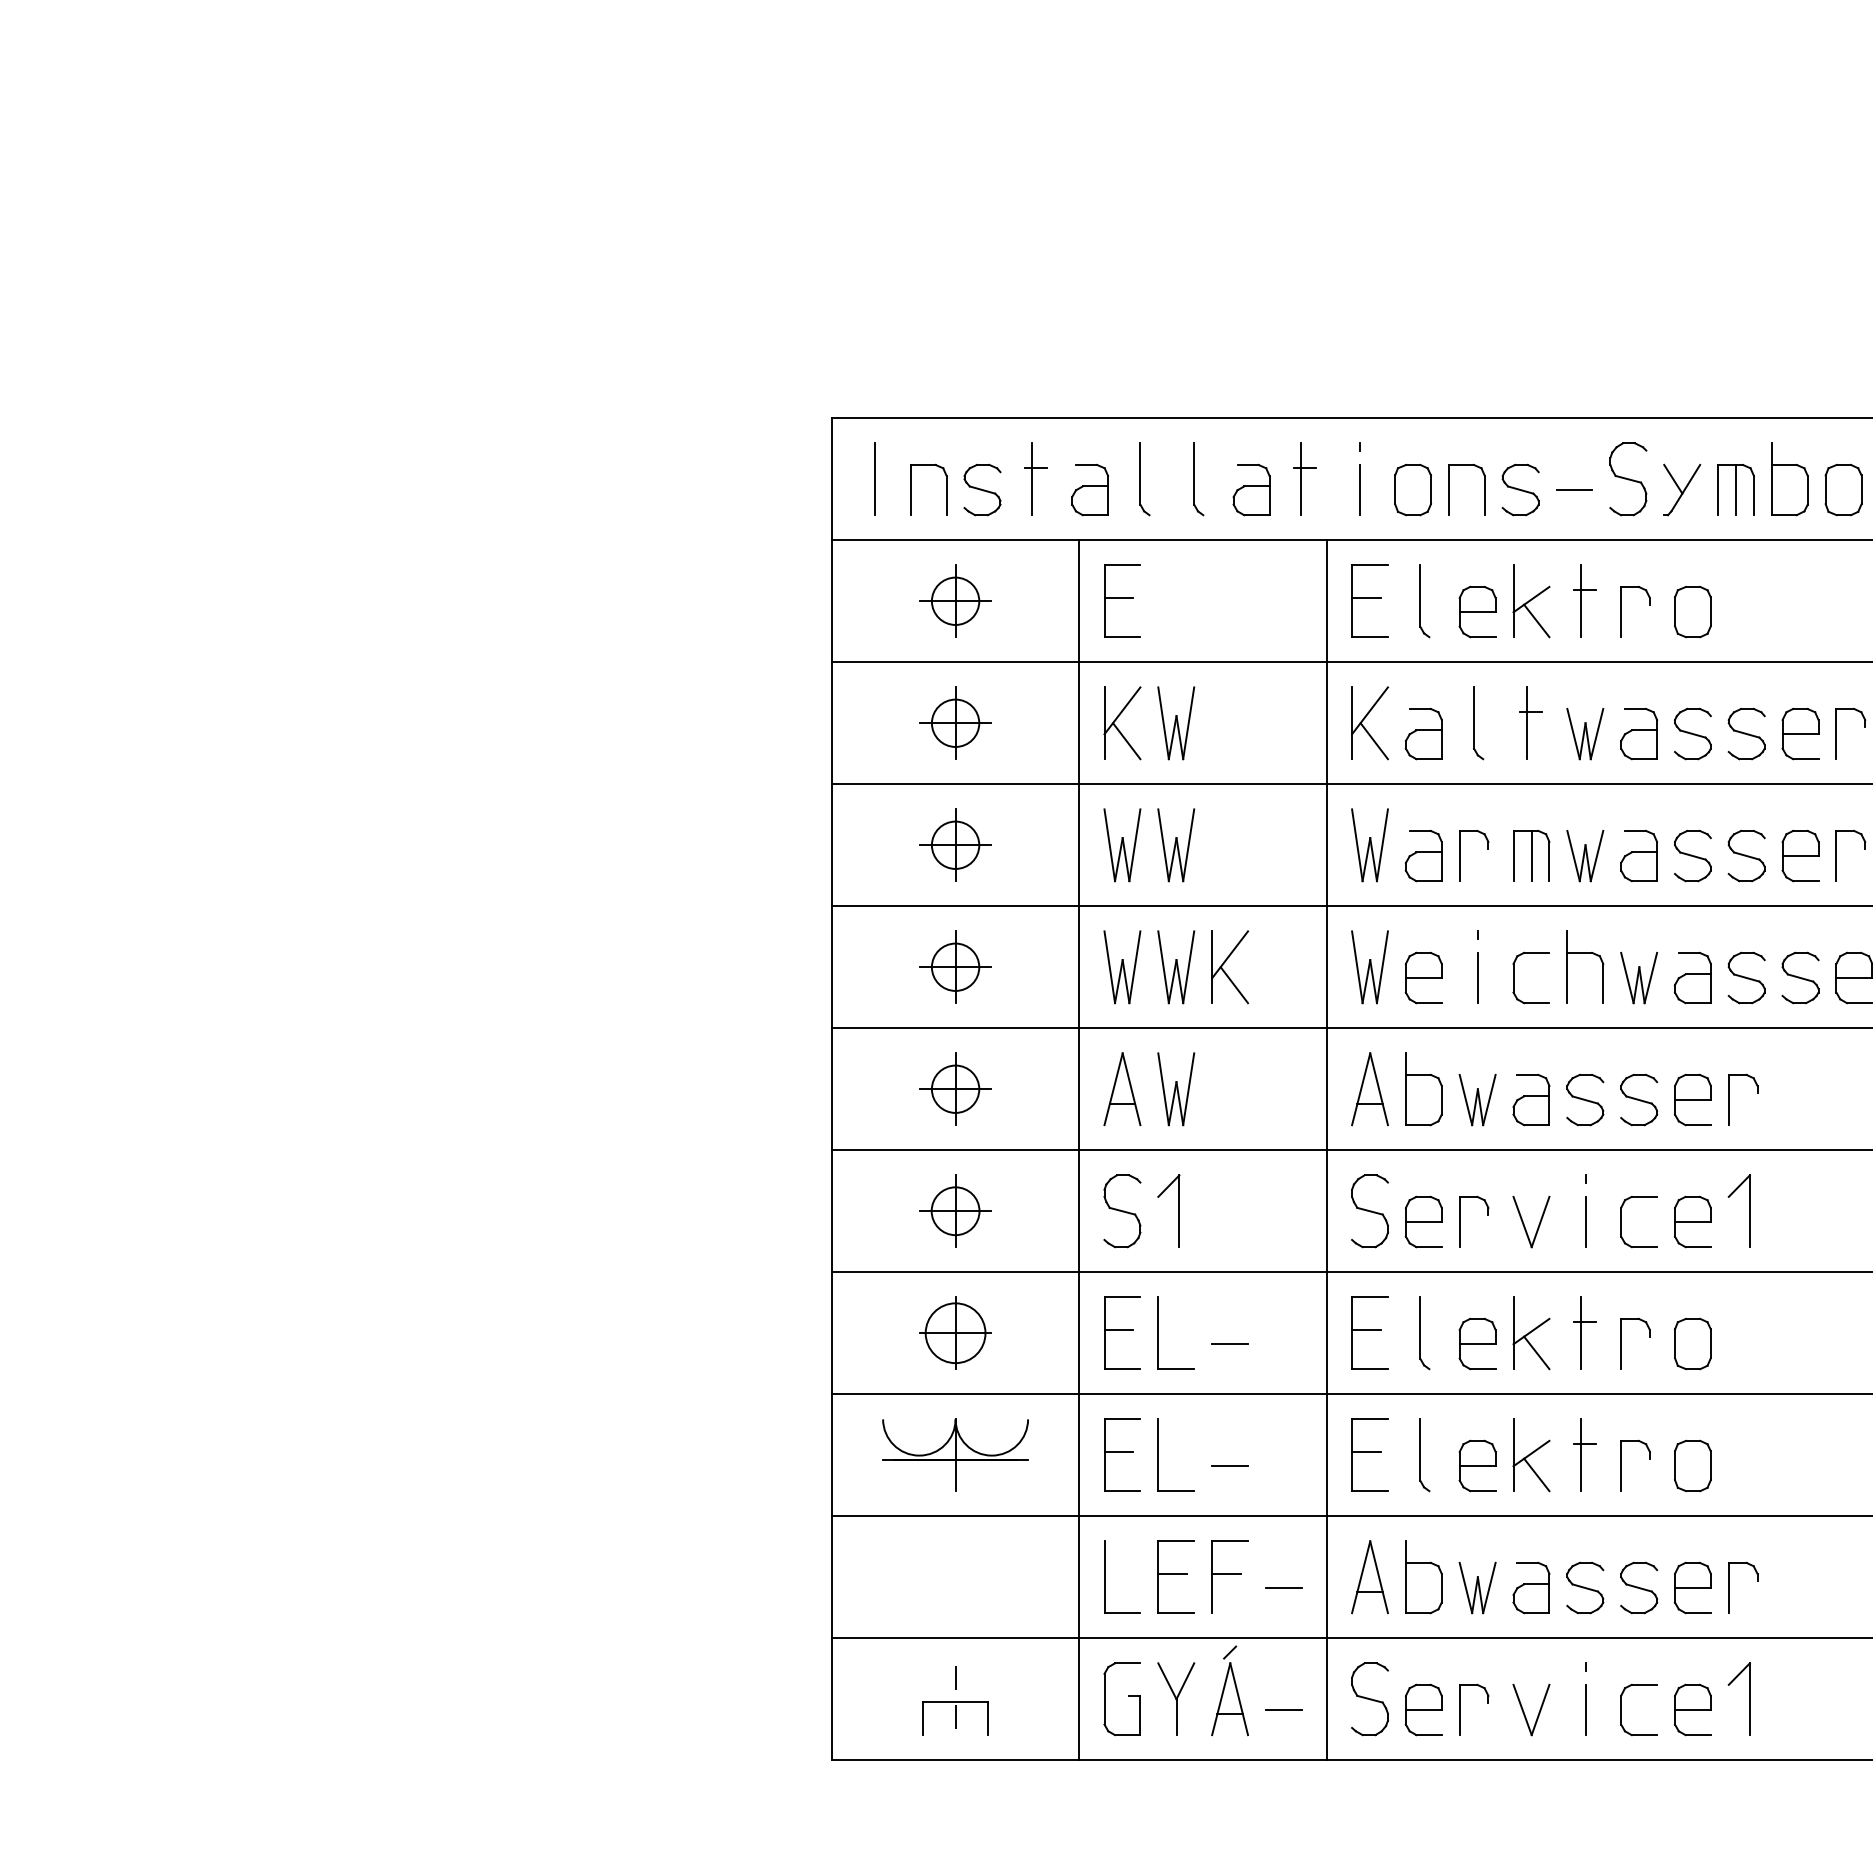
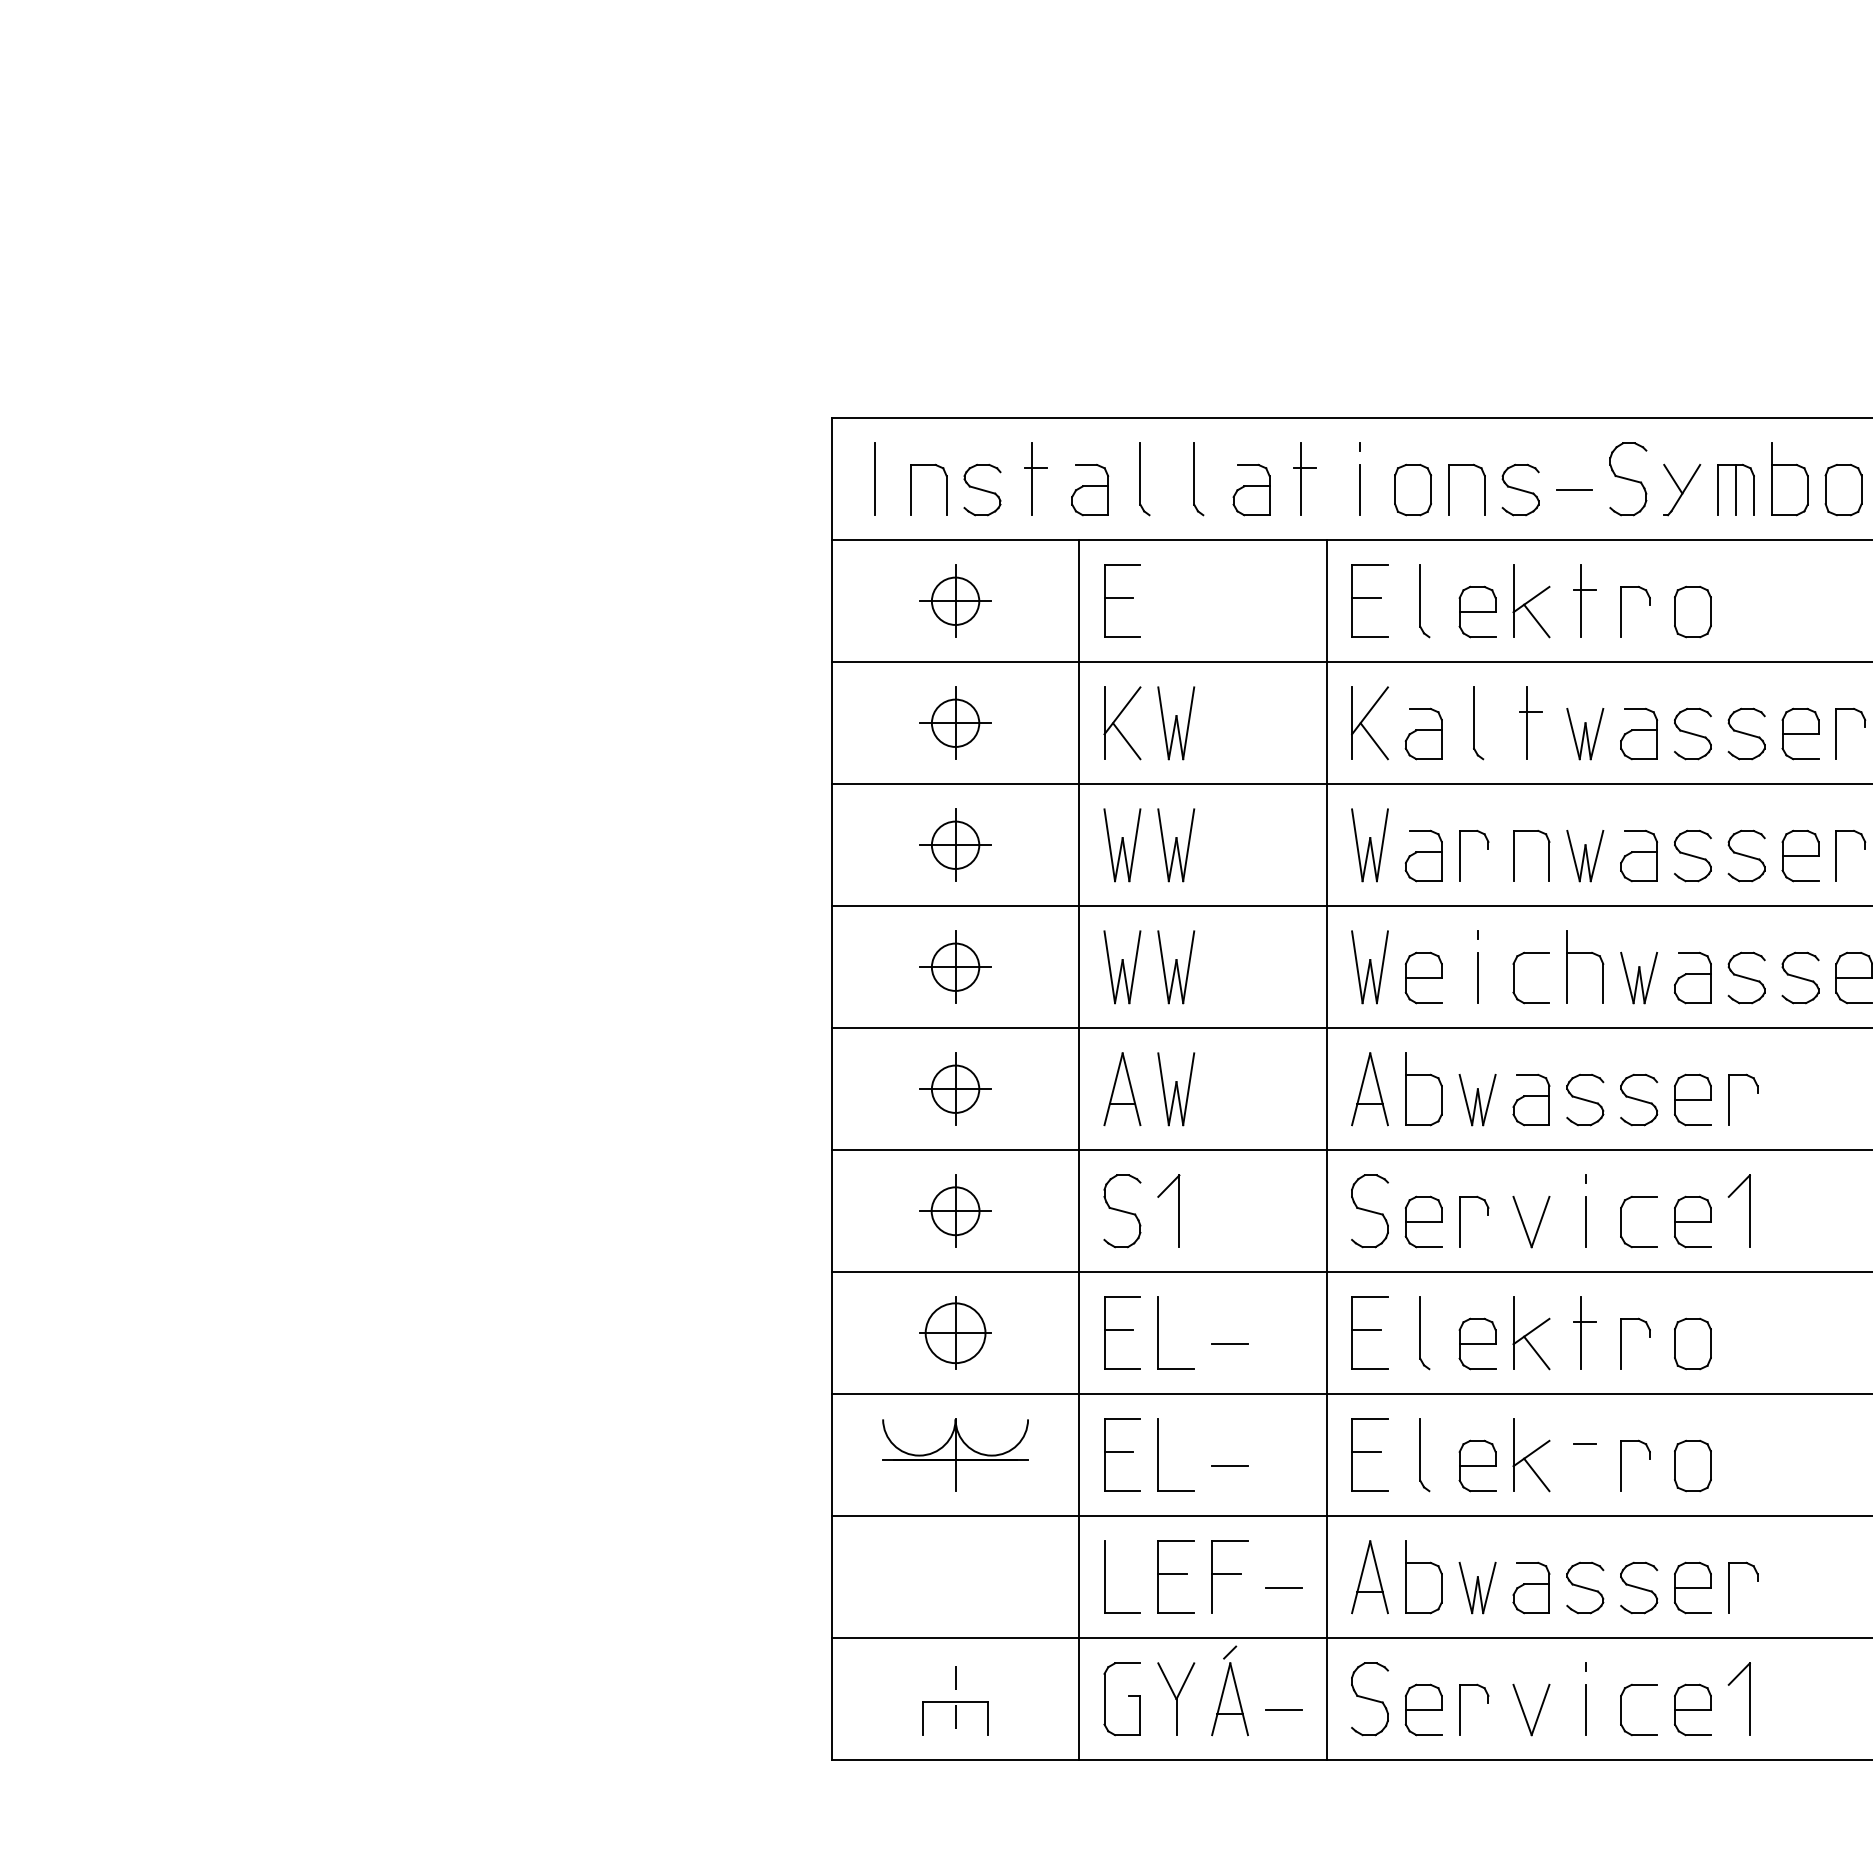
line at (1531, 855): present -> none
part at (1225, 971): present -> none
line at (1581, 1455): present -> none
